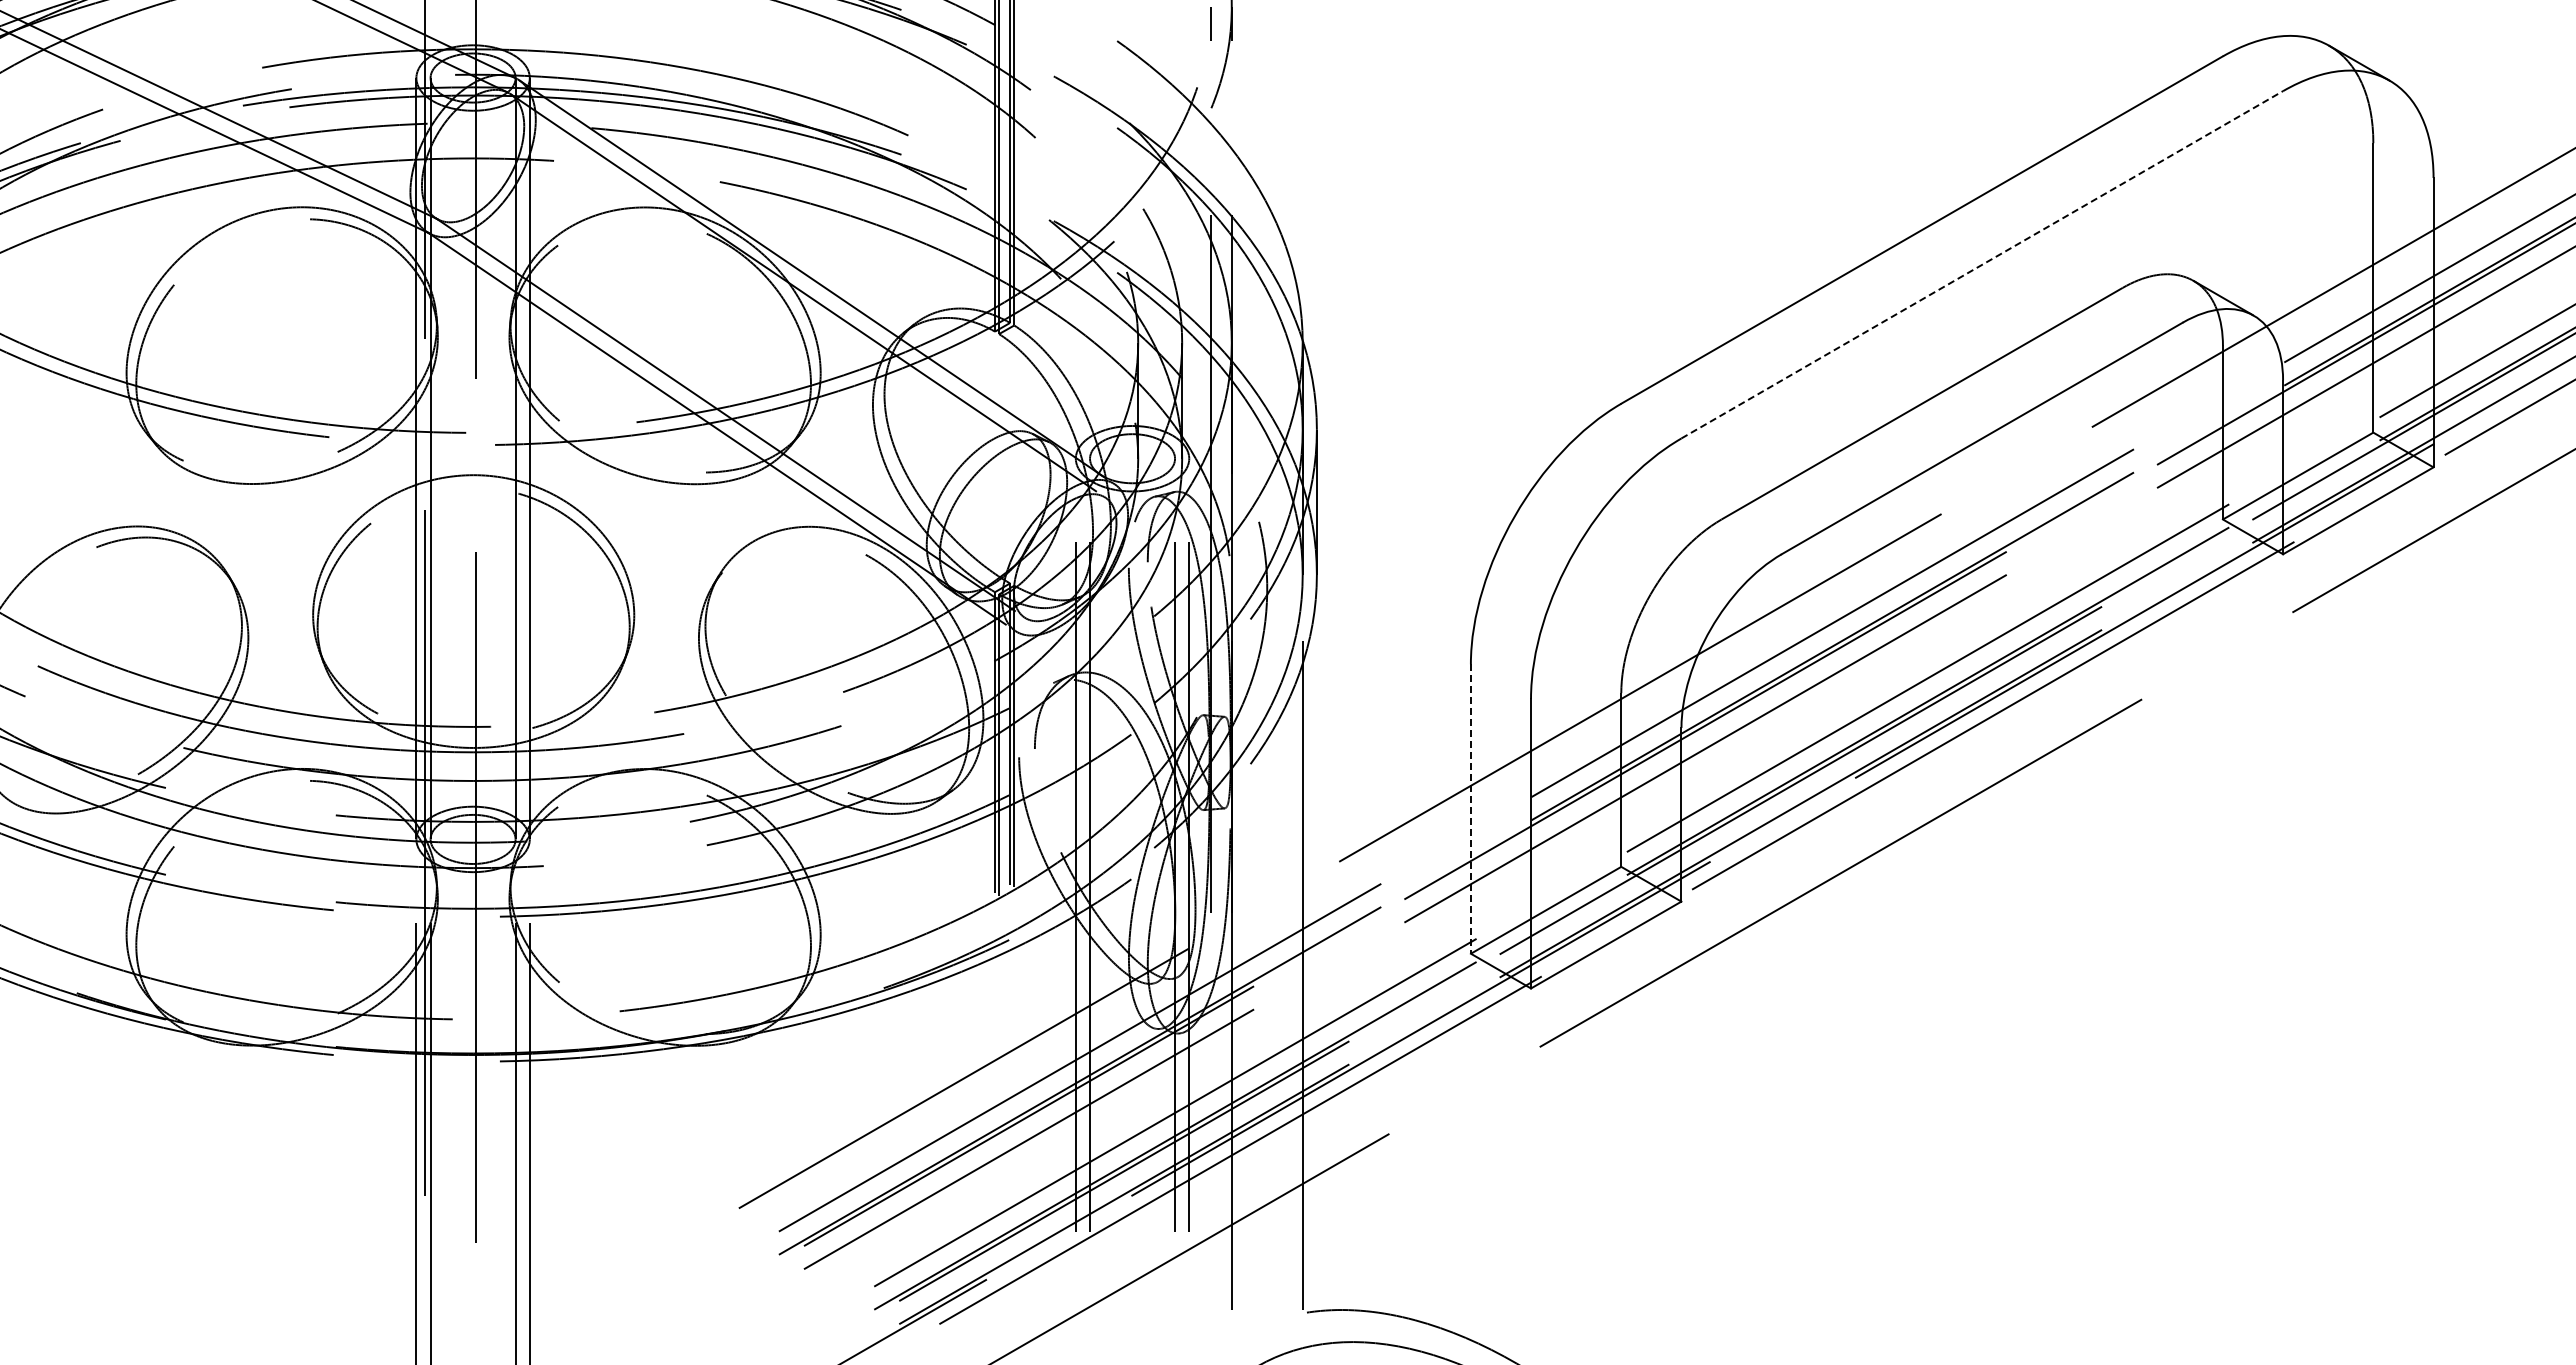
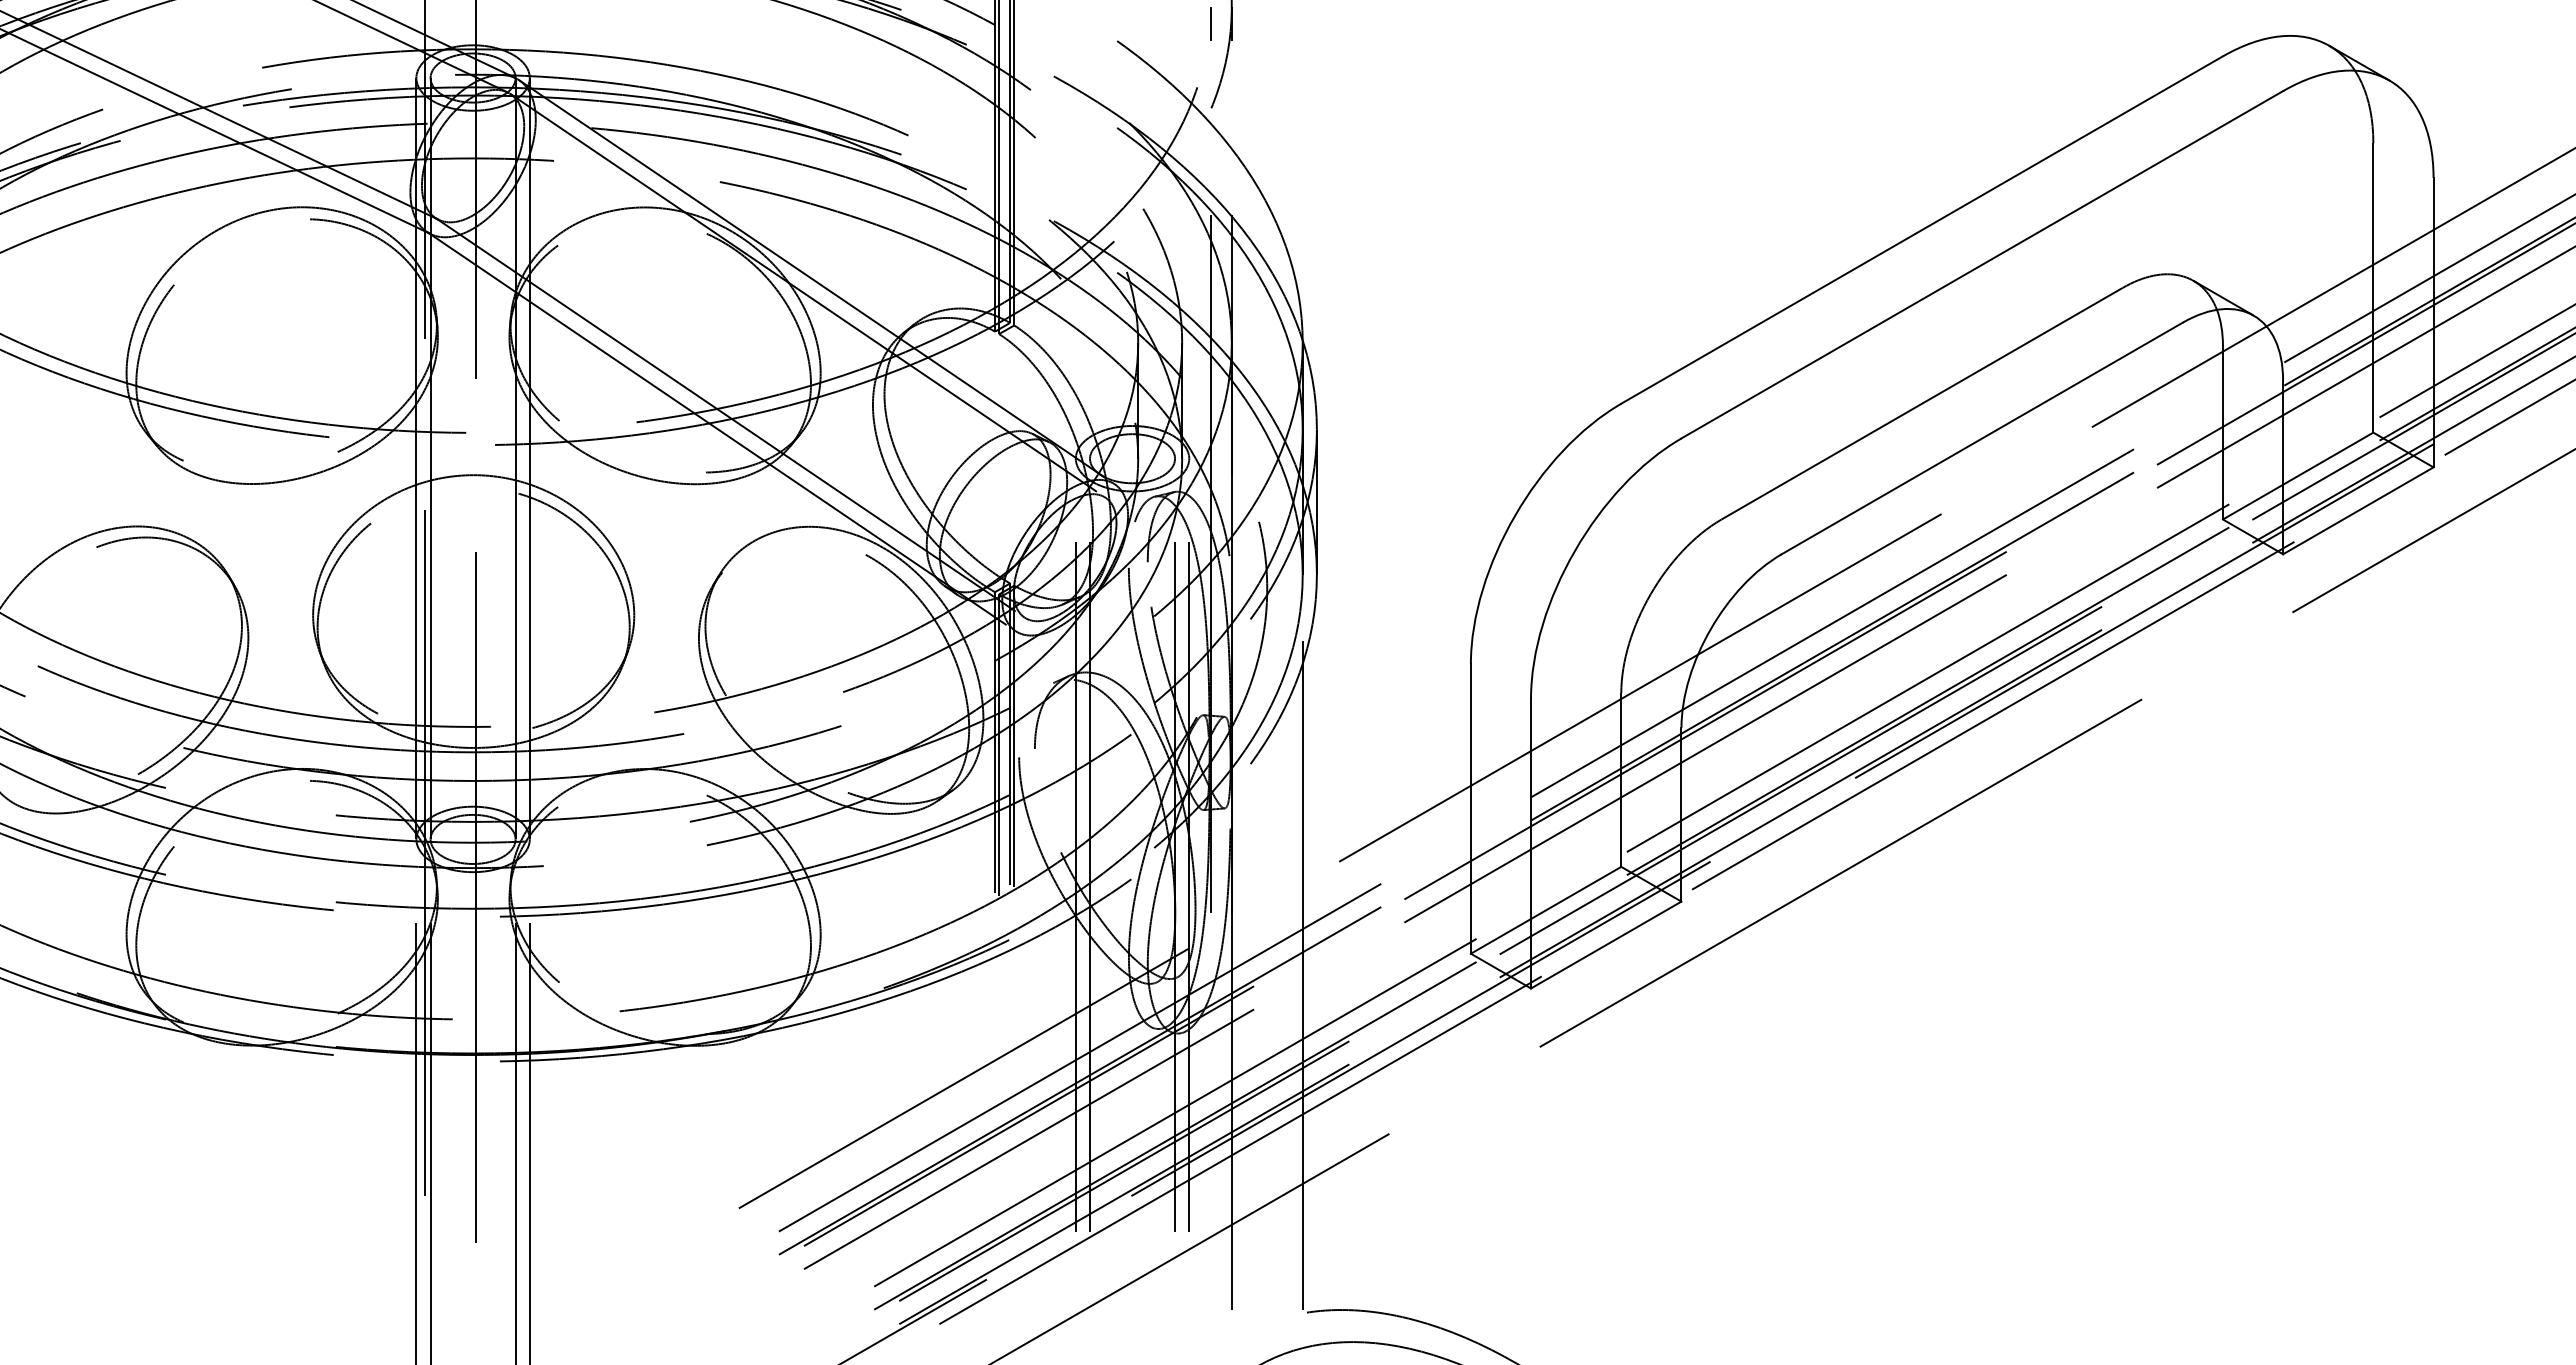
line at (1982, 264): dashed -> solid
line at (1470, 808): dashed -> solid
